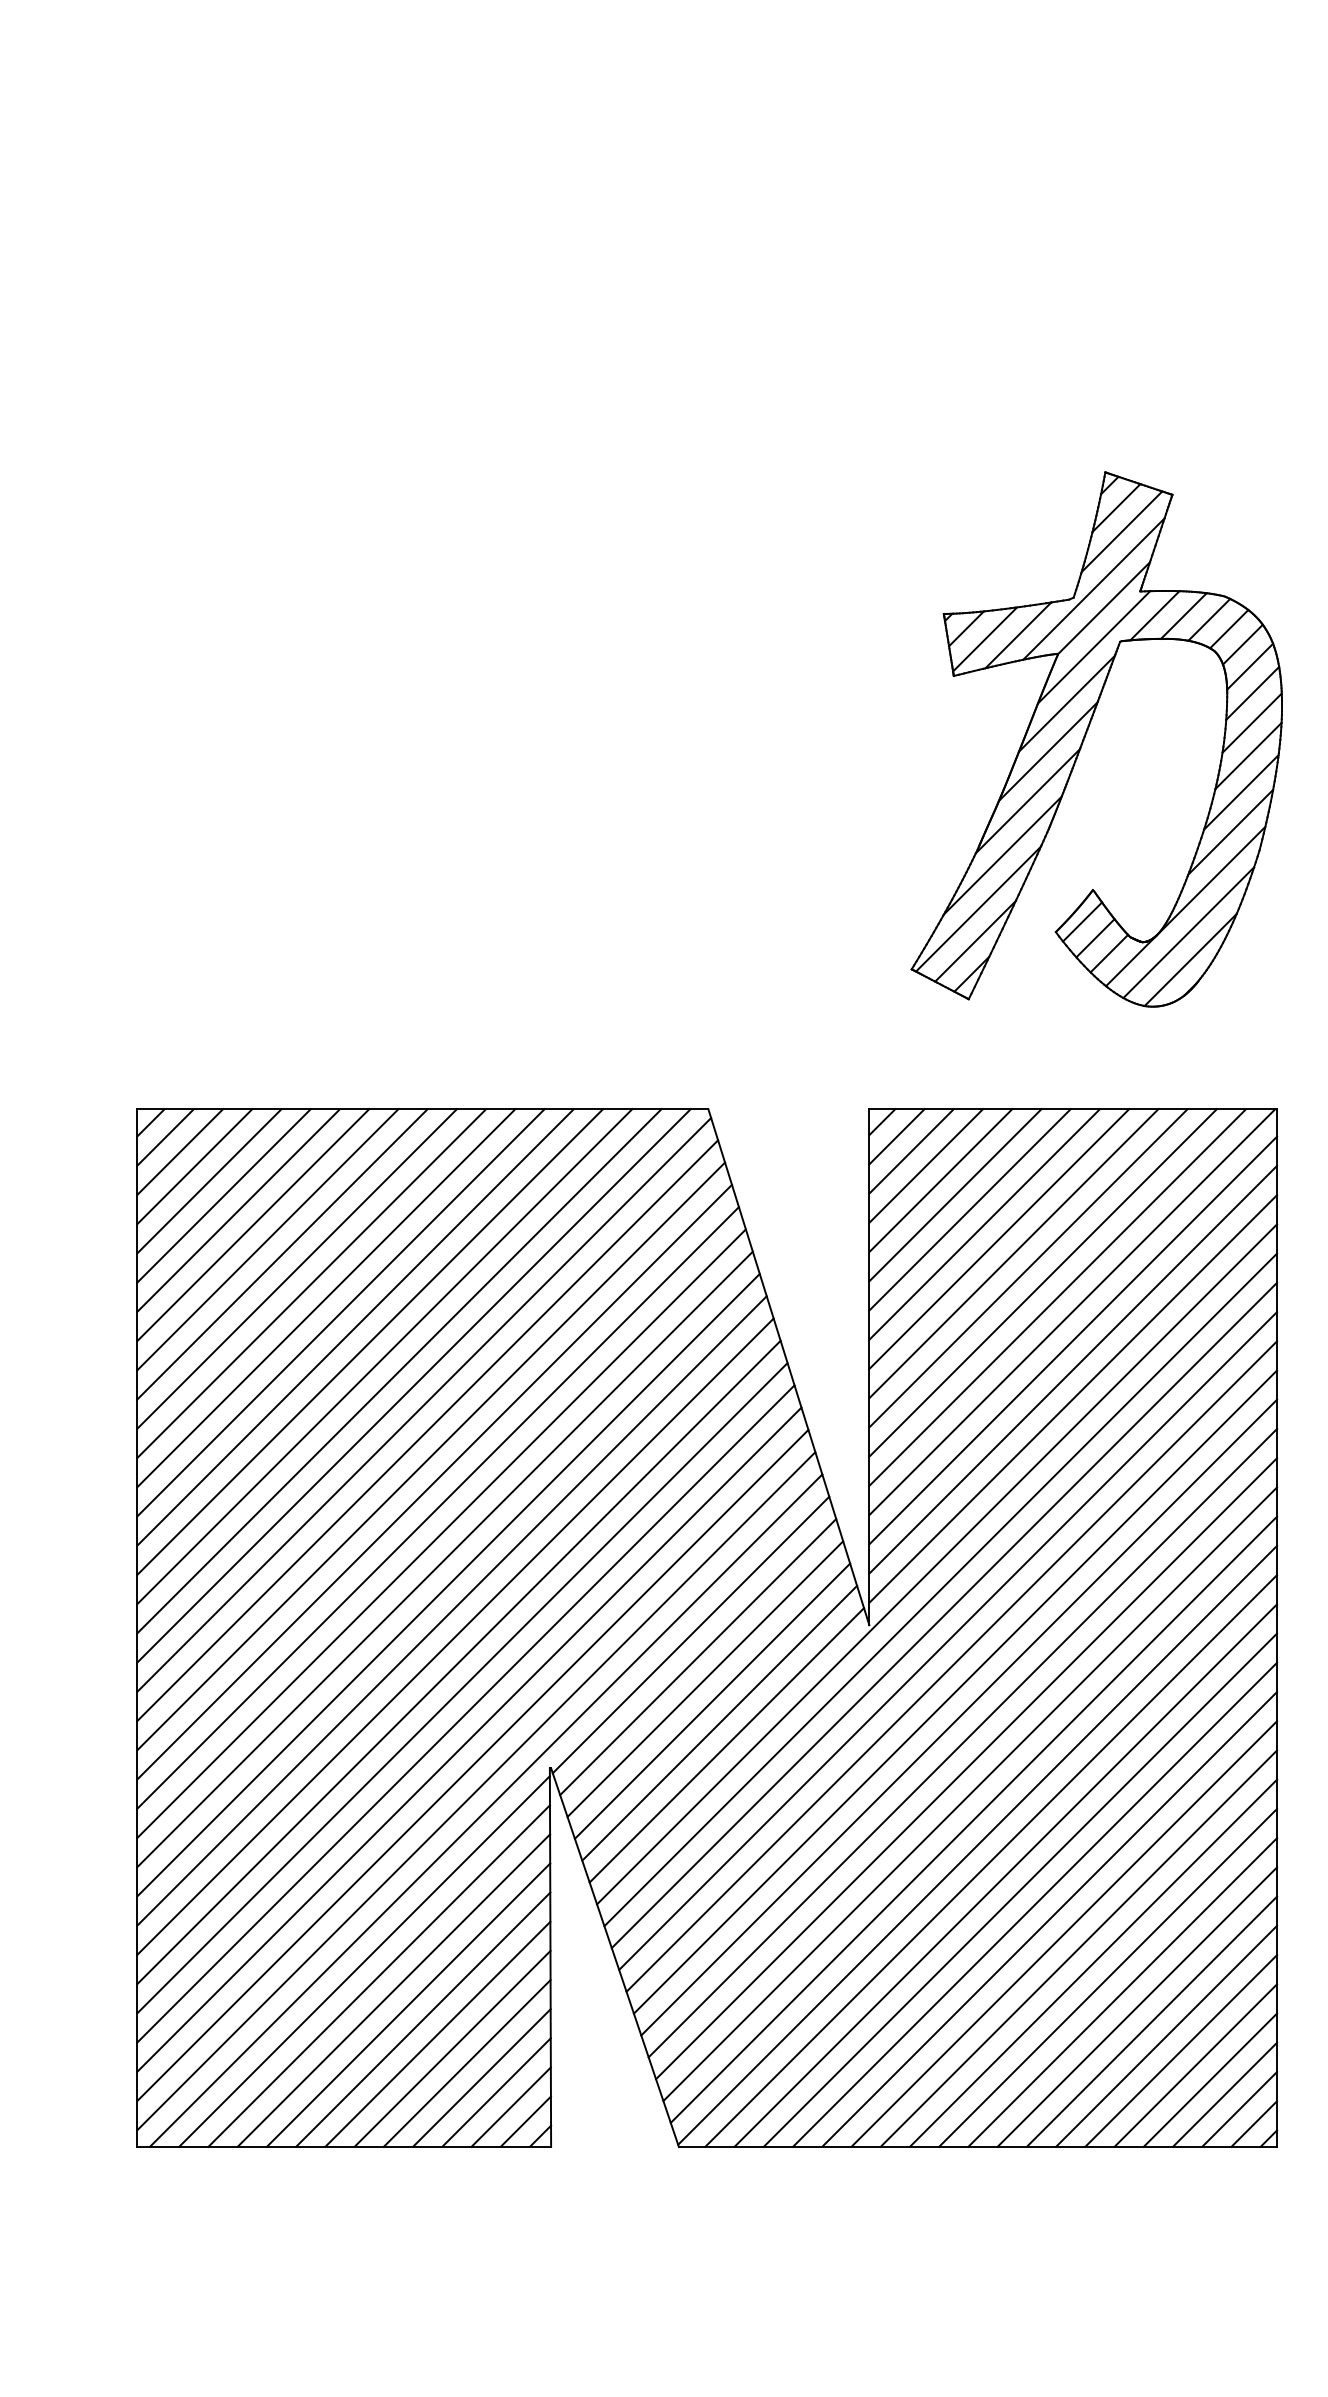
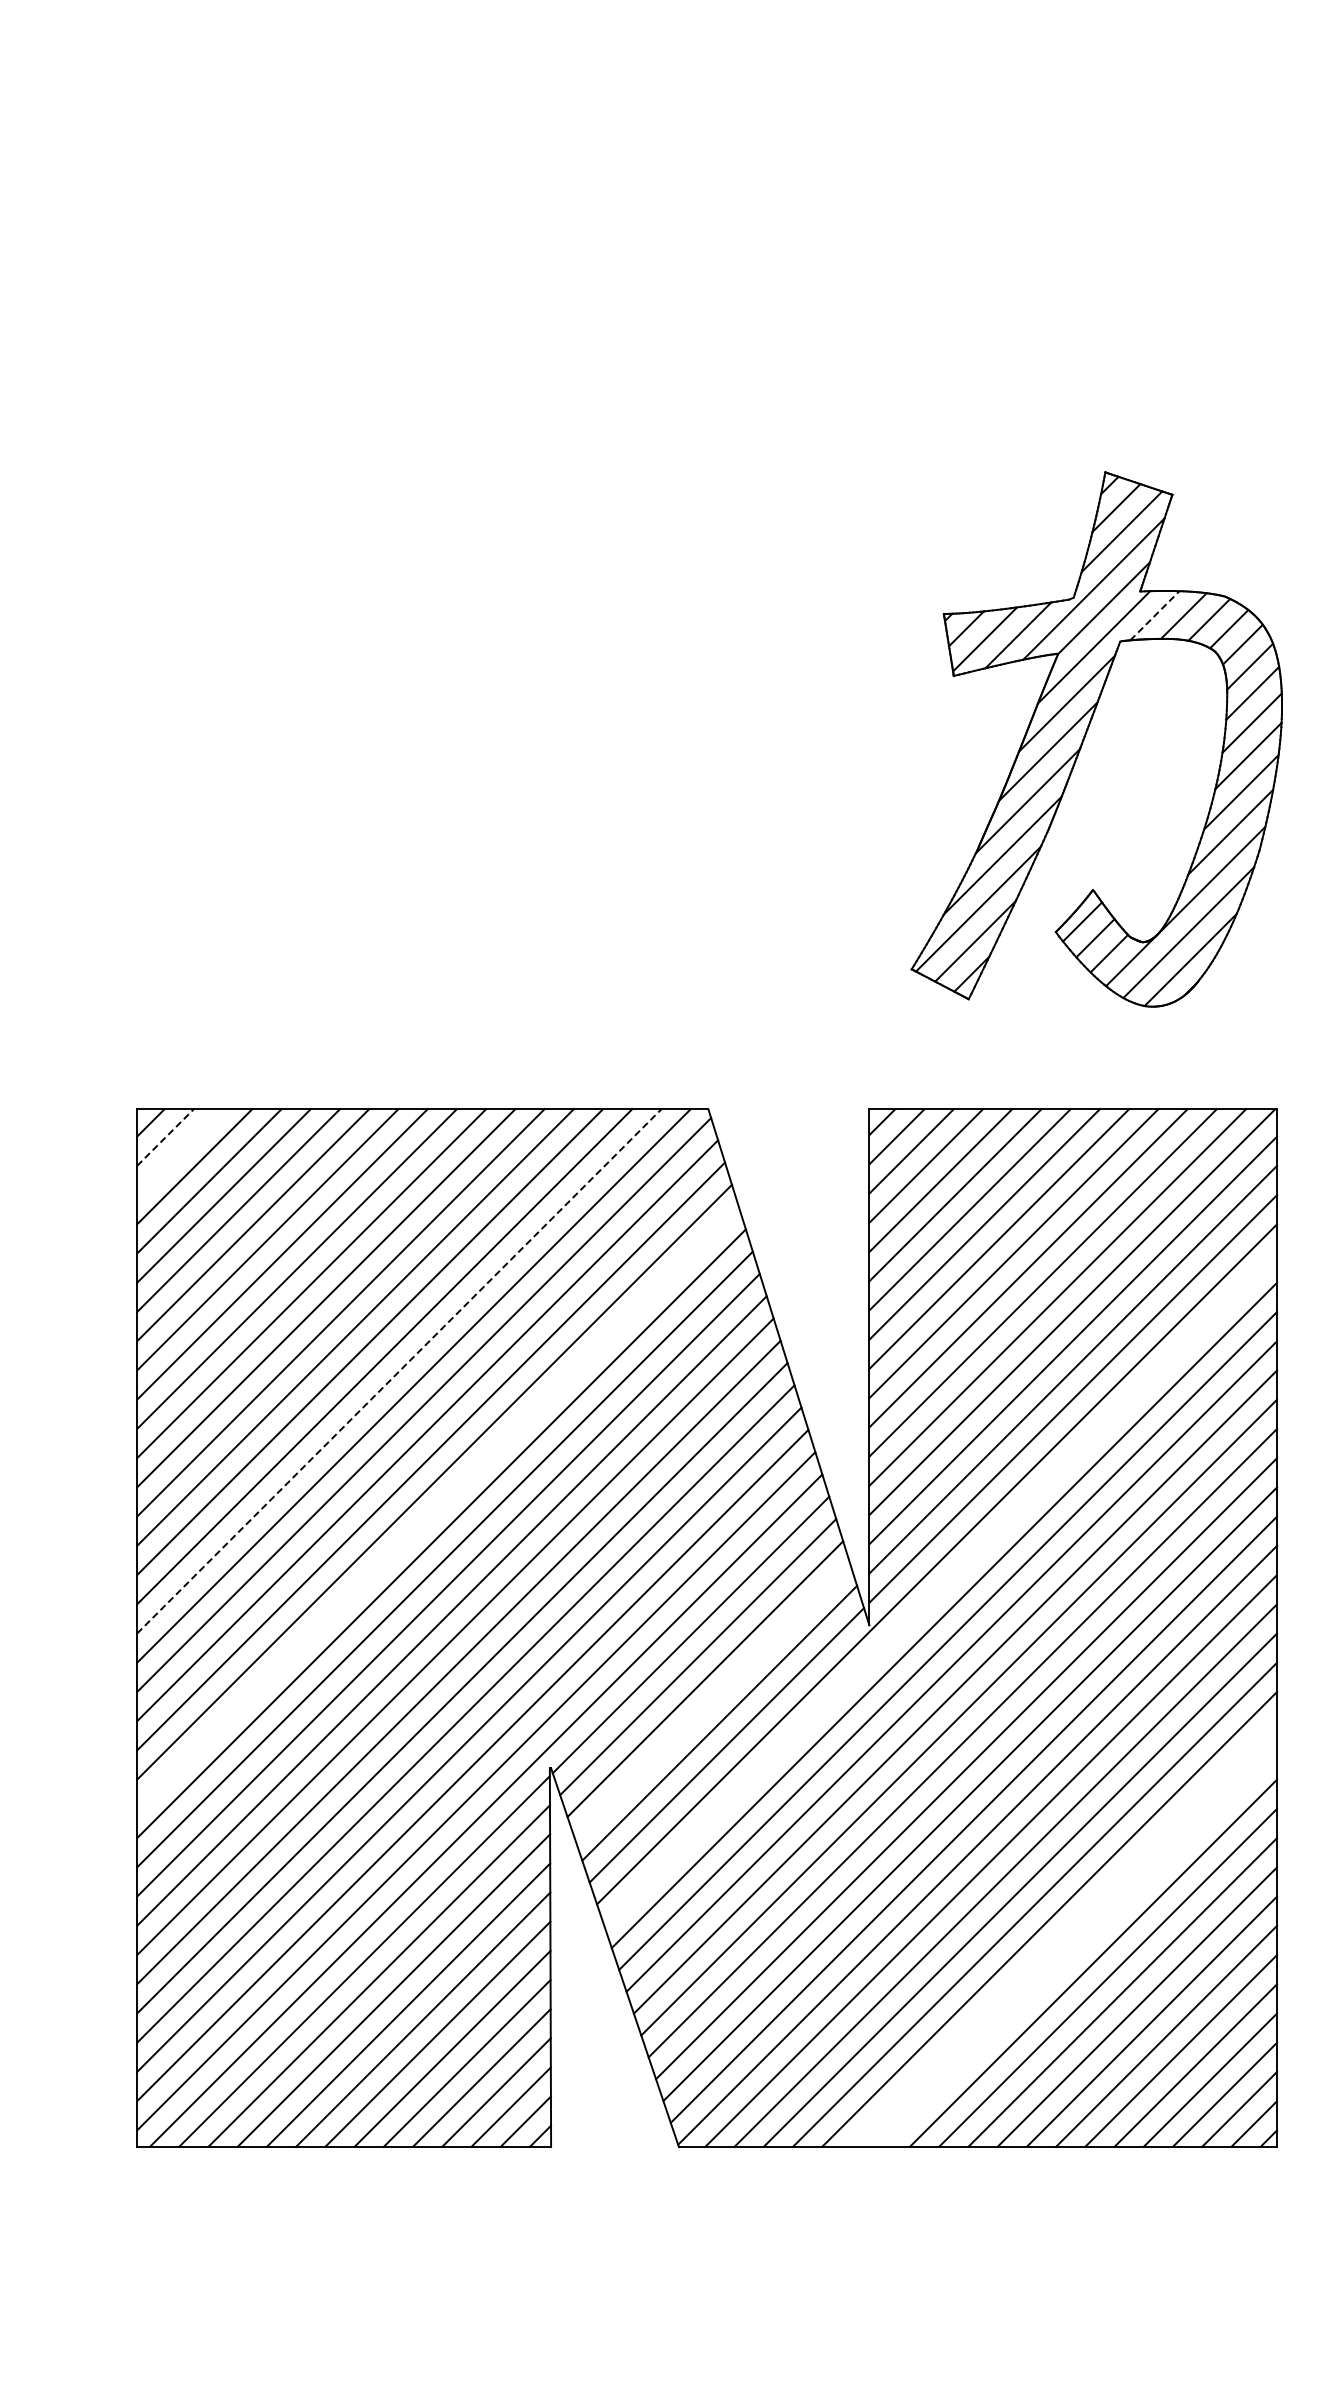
line at (1154, 615): solid -> dashed
line at (165, 1137): solid -> dashed
line at (180, 1152): present -> none
line at (399, 1371): solid -> dashed
line at (437, 1507): present -> none
line at (940, 1589): present -> none
line at (712, 1700): present -> none
line at (1064, 1933): present -> none
line at (1078, 1948): present -> none
